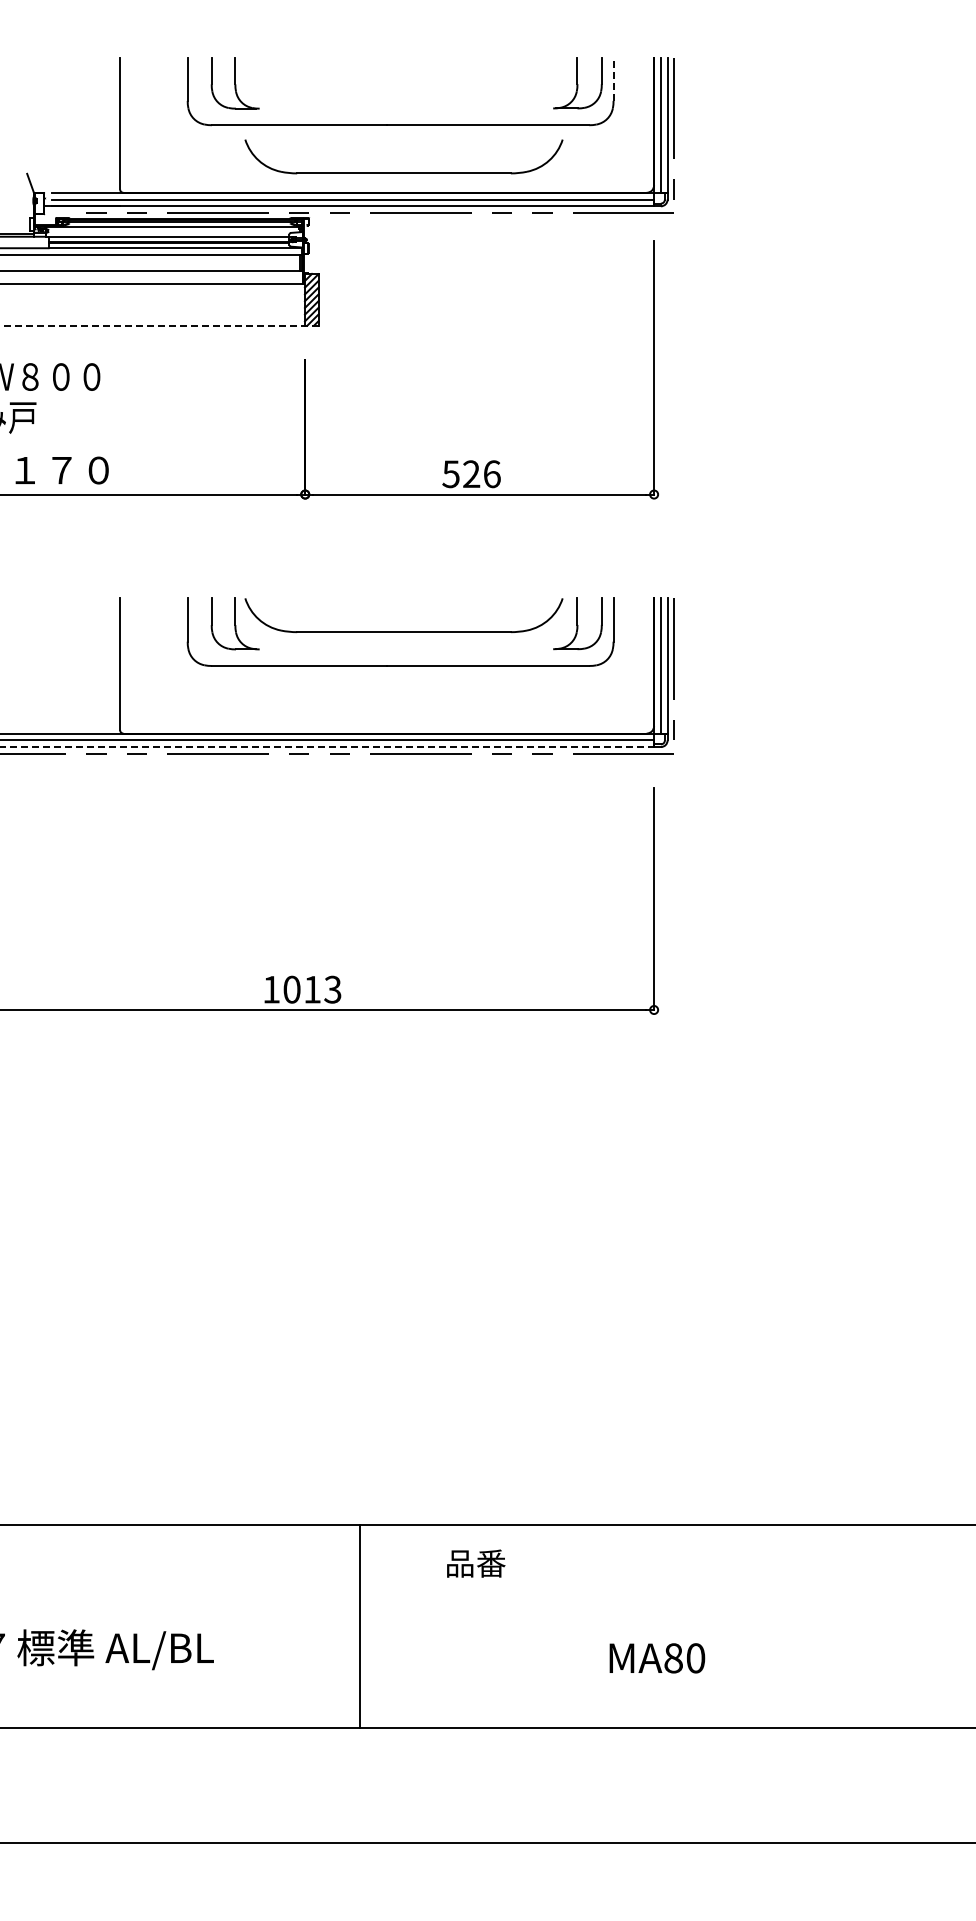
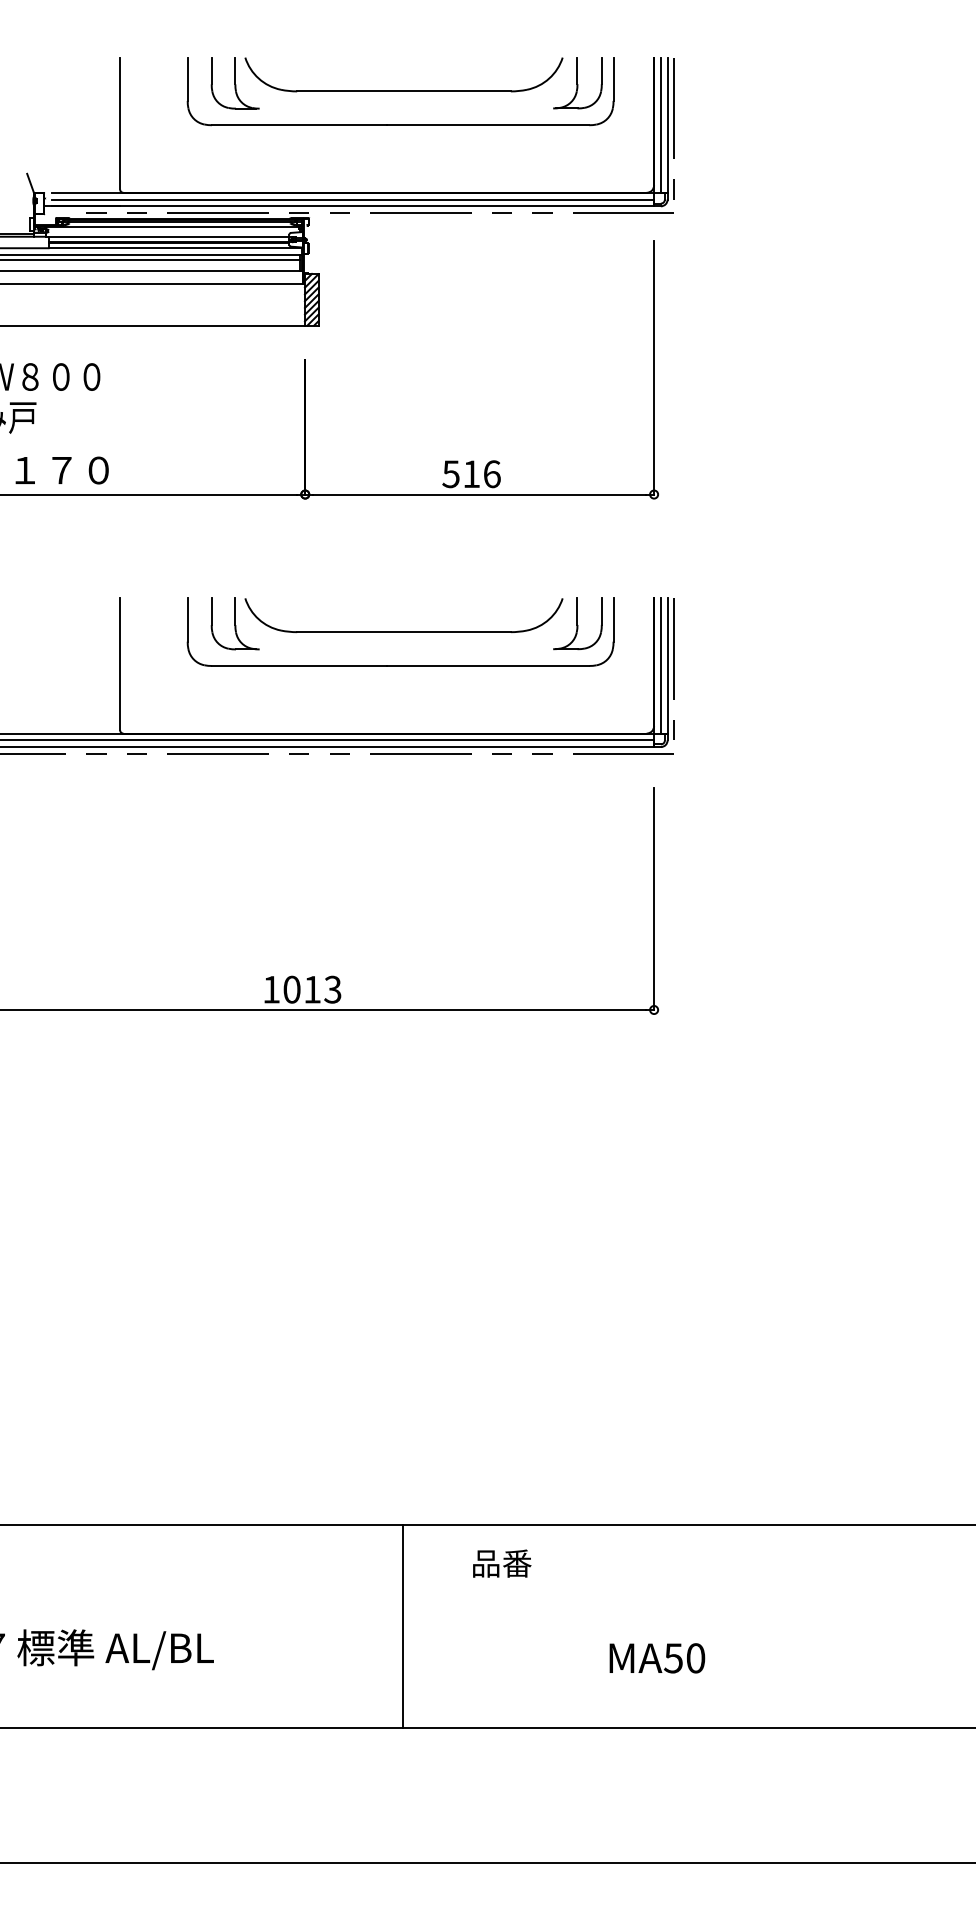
line at (613, 79): dashed -> solid
part at (403, 172) position: (403, 172) -> (403, 90)
line at (151, 260): none -> present
line at (159, 325): dashed -> solid
text at (471, 473): 526 -> 516
line at (327, 747): dashed -> solid
text at (476, 1563) position: (476, 1563) -> (502, 1563)
line at (359, 1626) position: (359, 1626) -> (402, 1626)
text at (673, 1658): MA80 -> MA50
line at (487, 1843) position: (487, 1843) -> (487, 1863)
